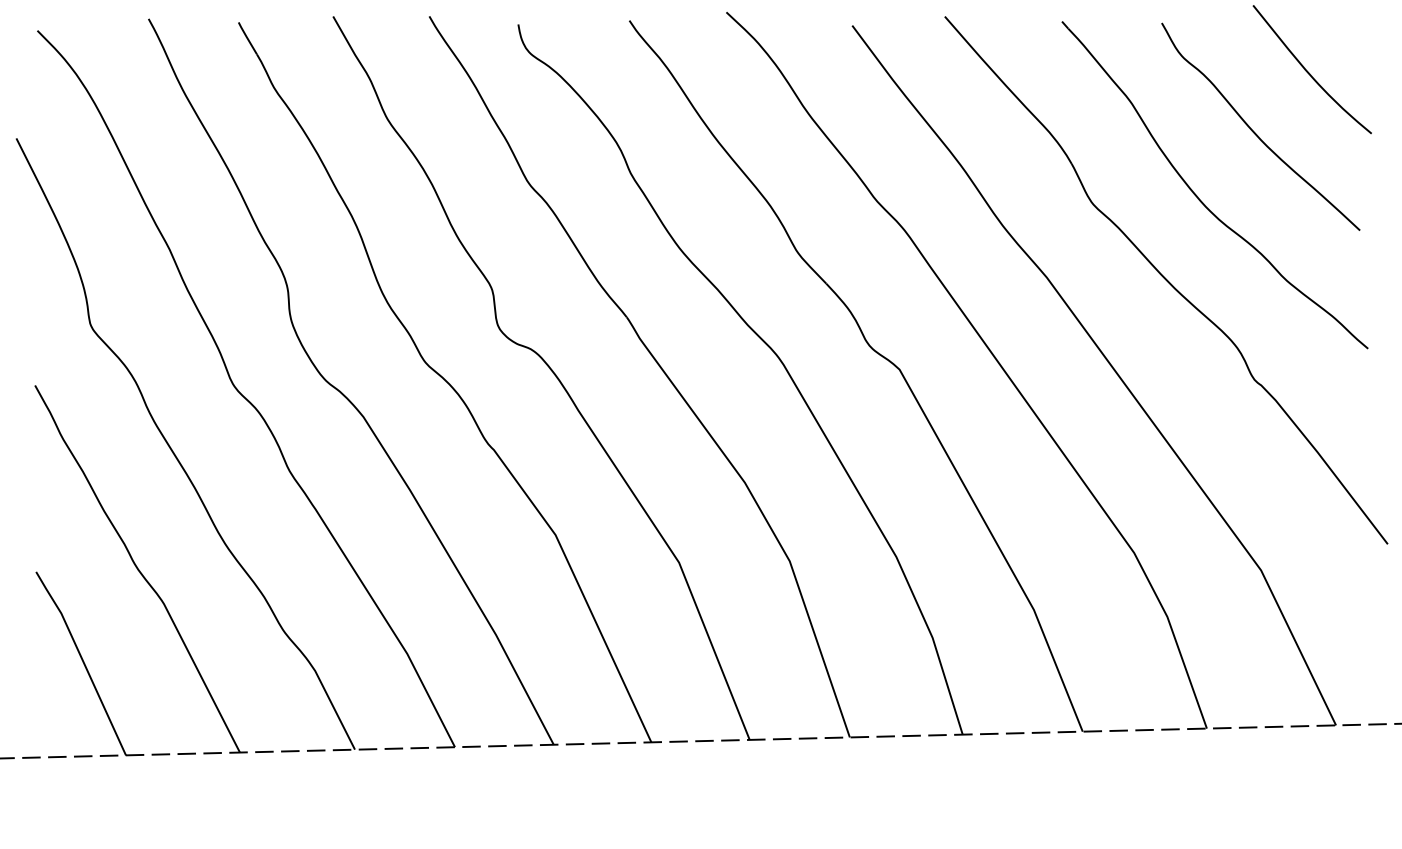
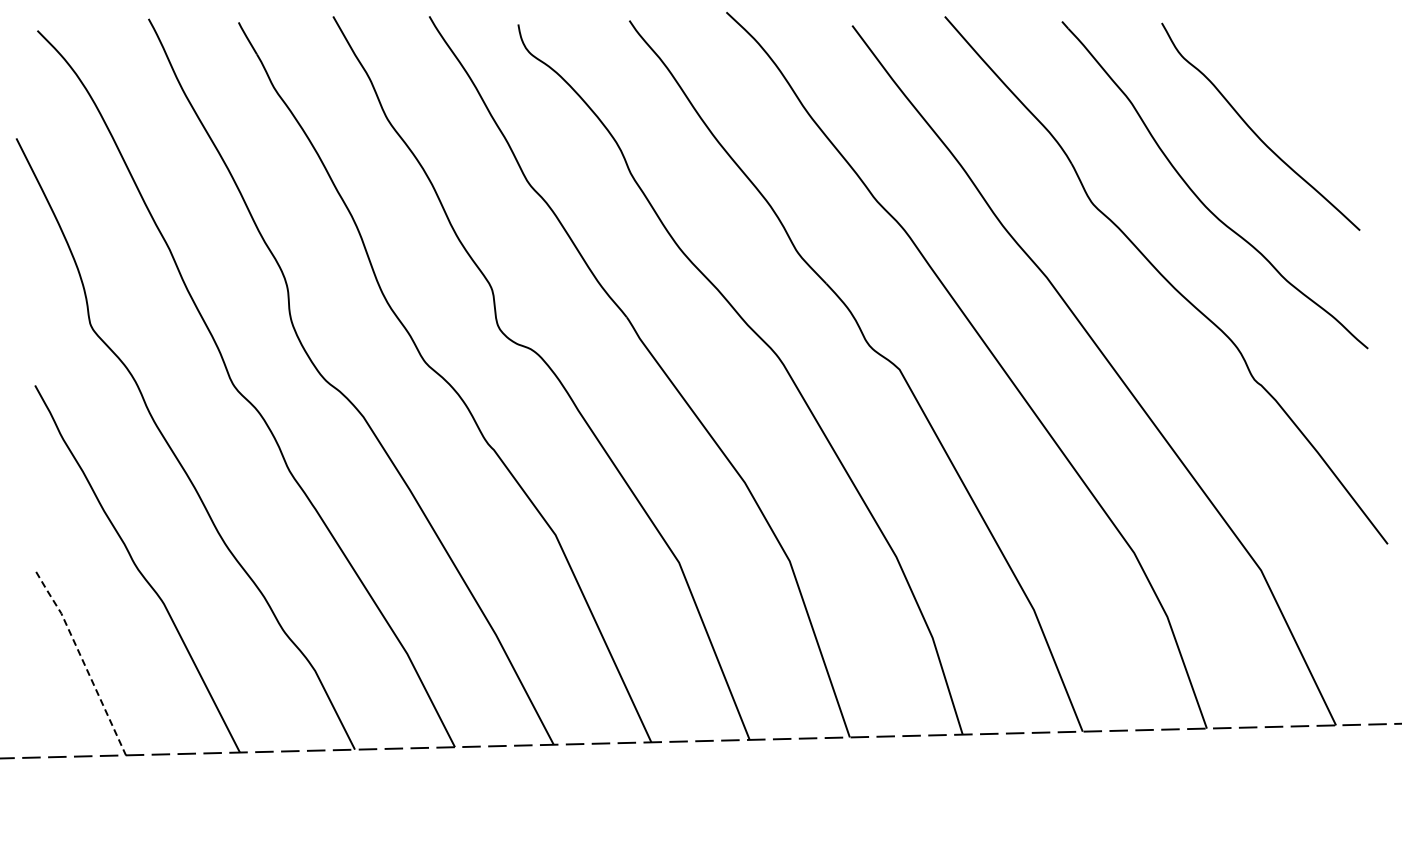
curve at (1308, 71): present -> none
line at (83, 661): solid -> dashed
